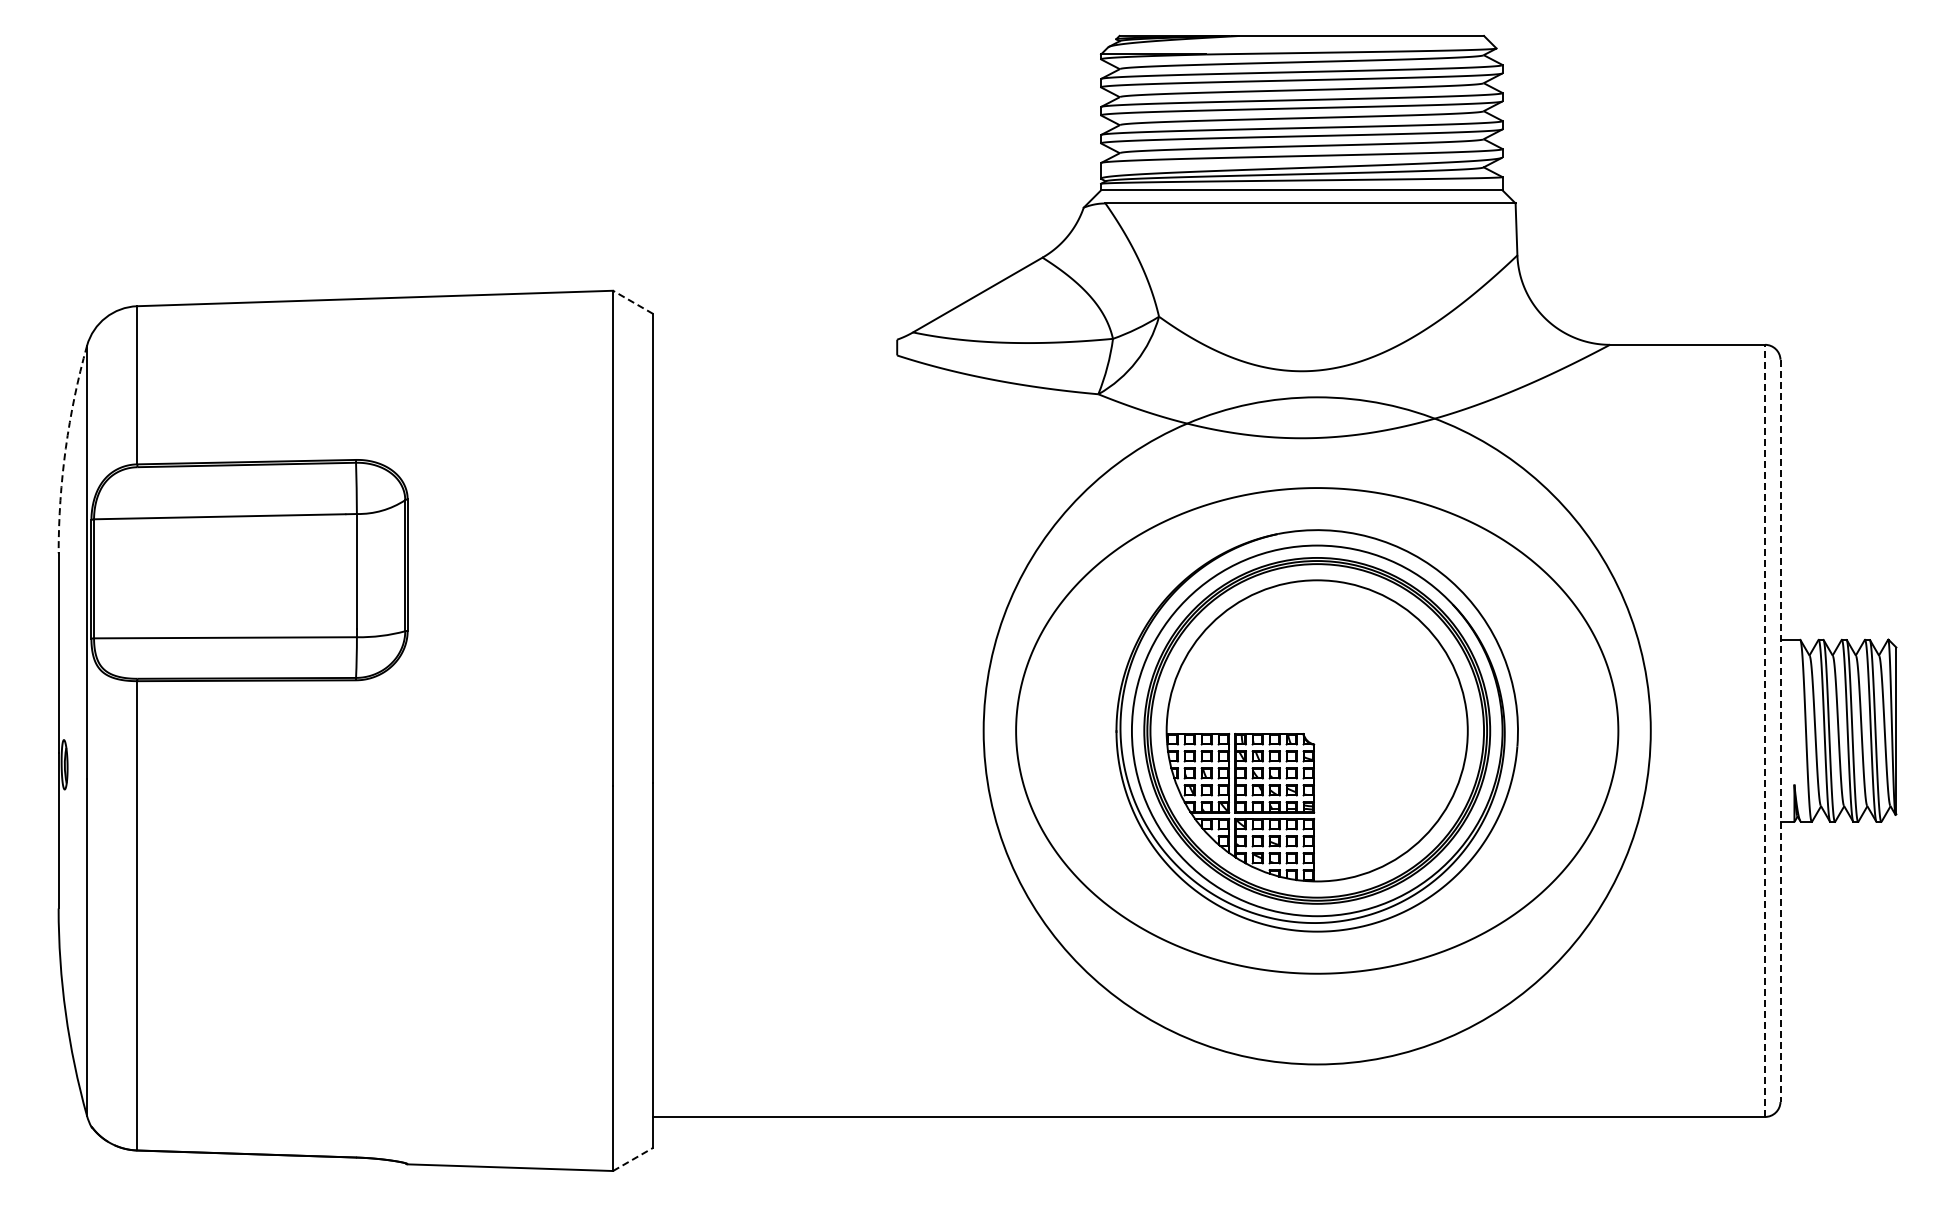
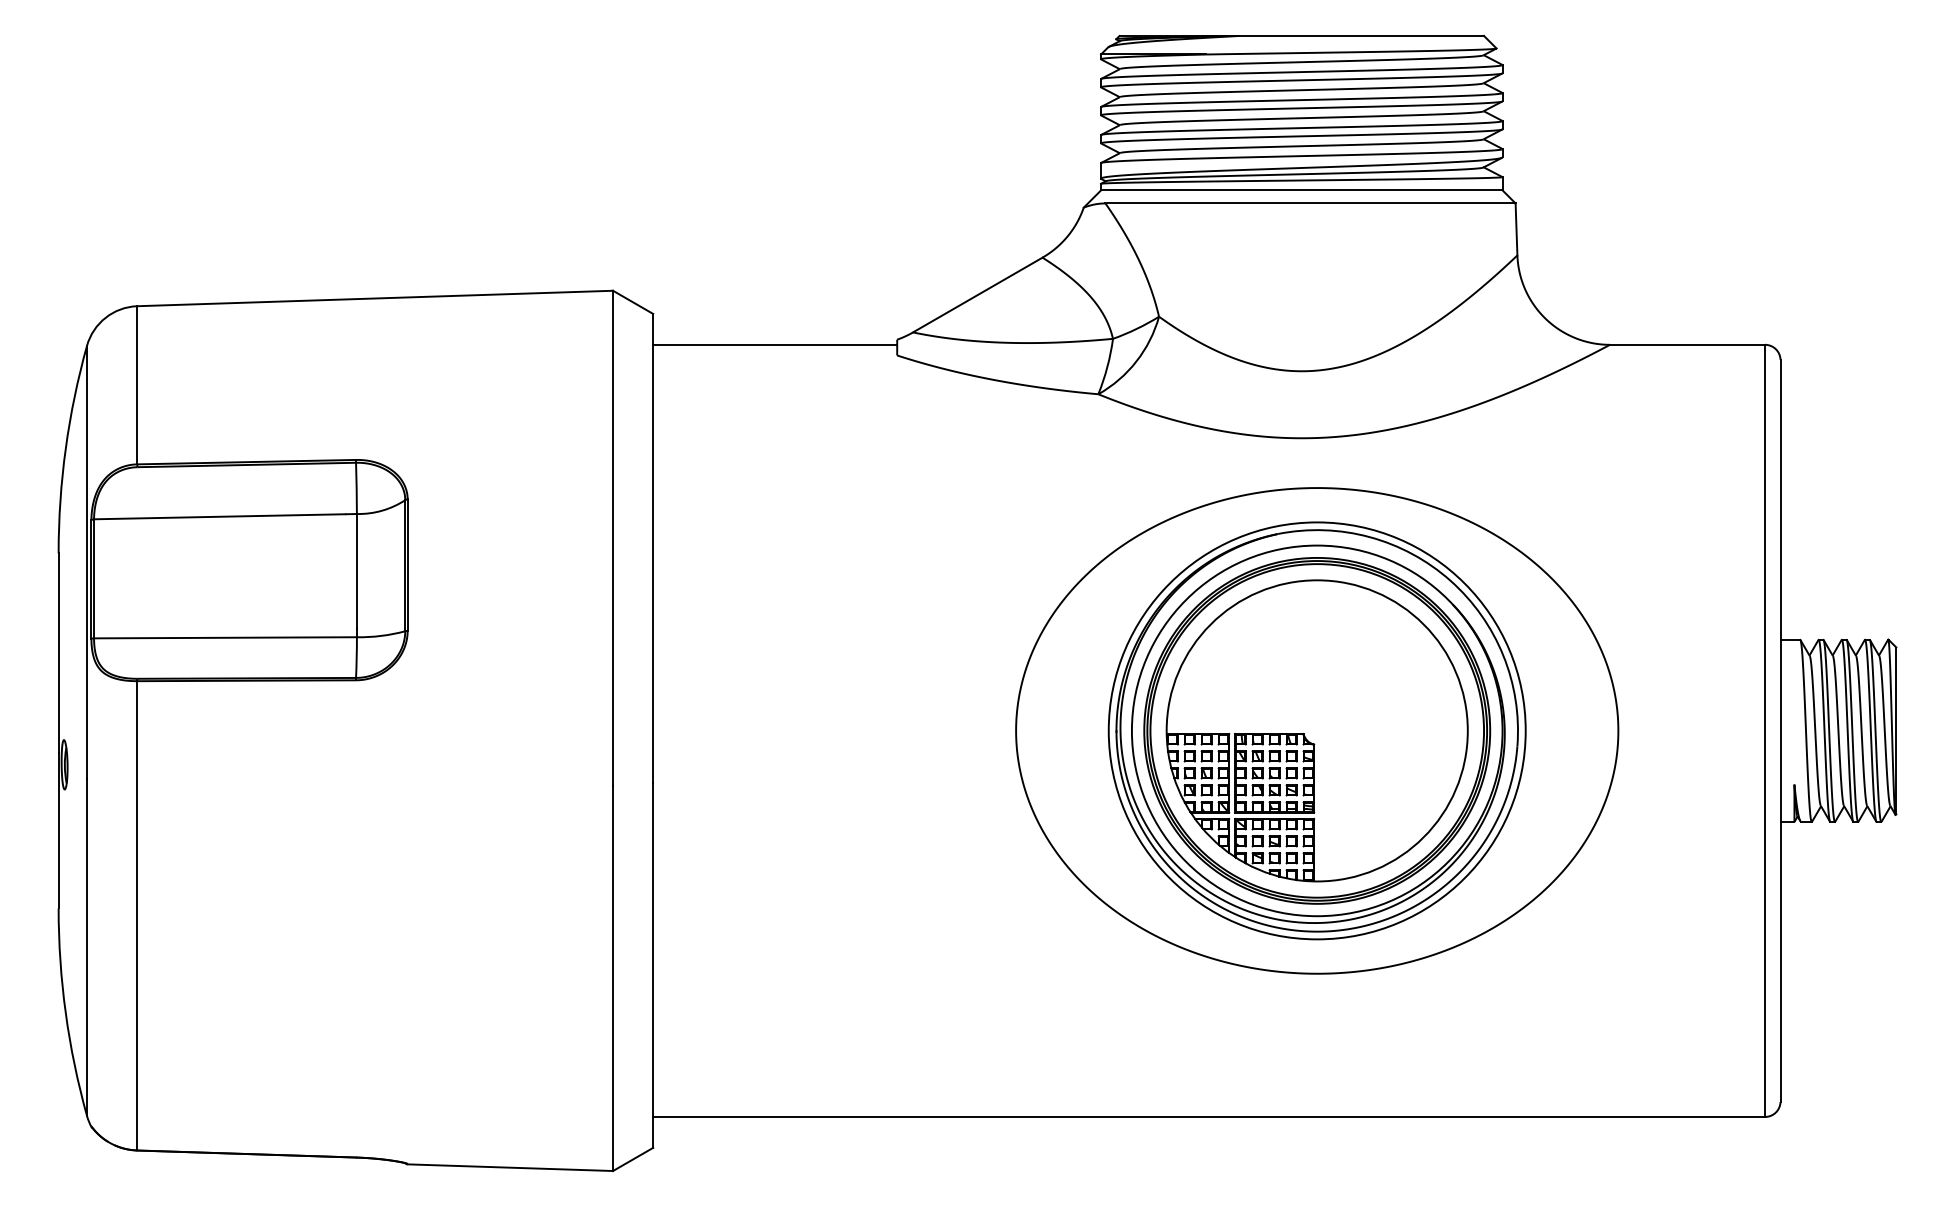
line at (632, 302): dashed -> solid
line at (775, 344): none -> present
arc at (65, 448): dashed -> solid
circle at (1316, 730) diameter: 667 px -> 417 px
line at (1765, 730): dashed -> solid
line at (1780, 731): dashed -> solid
line at (633, 1159): dashed -> solid
